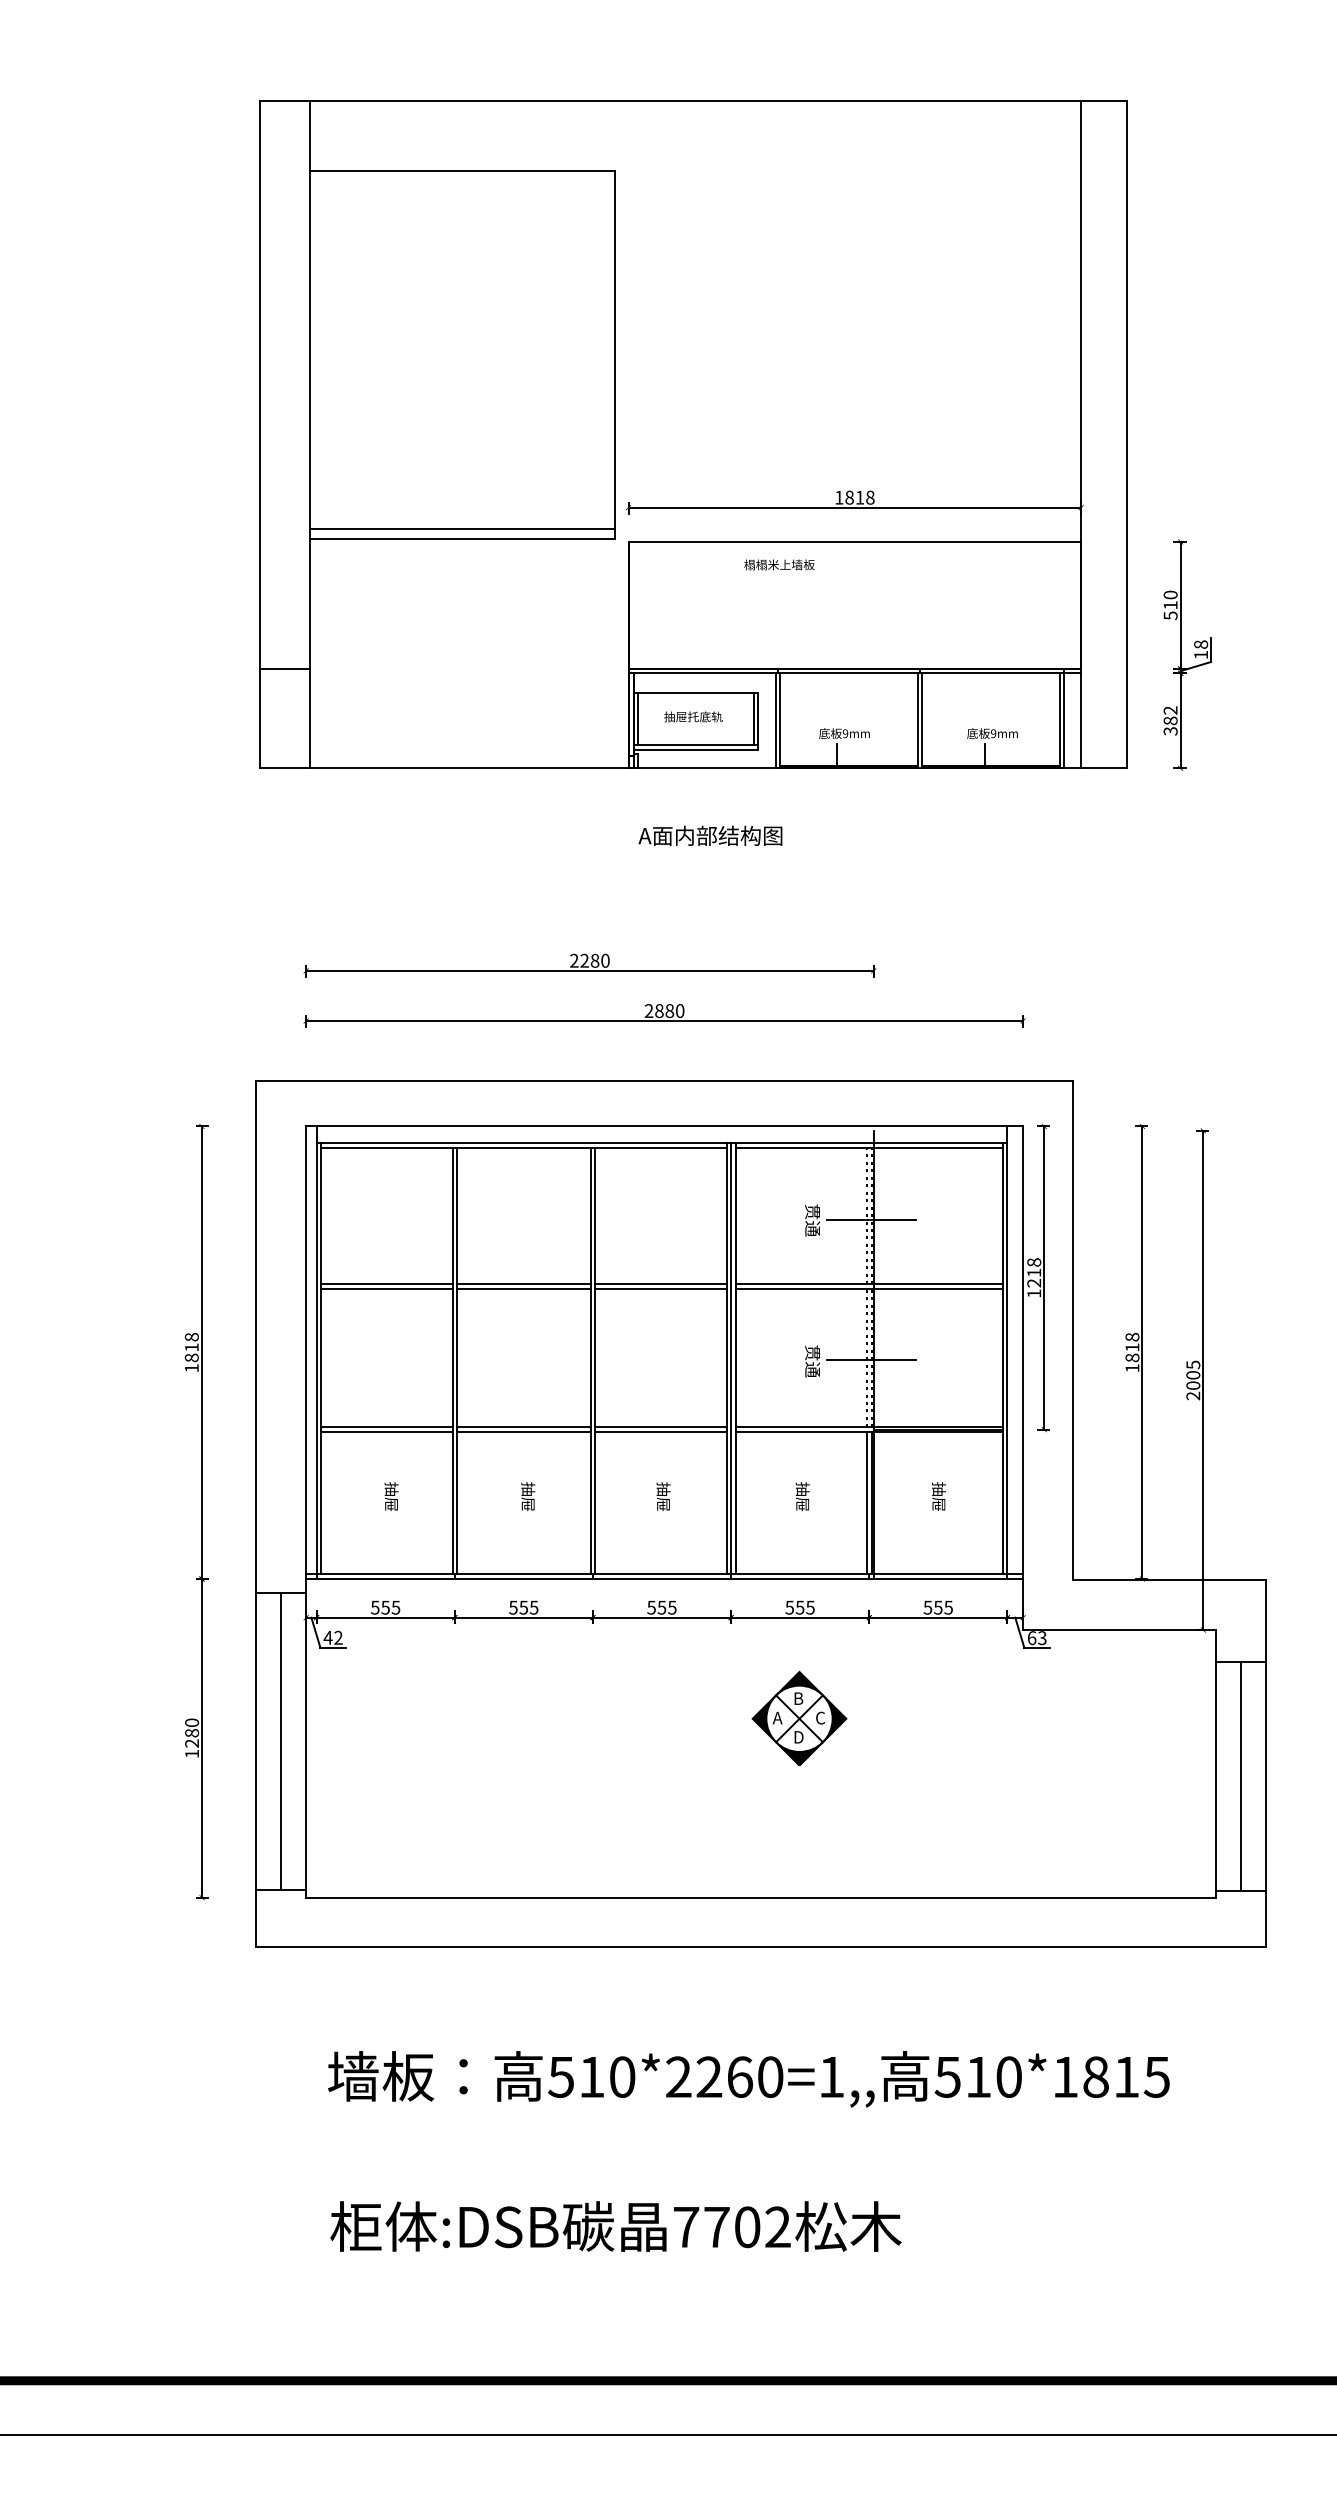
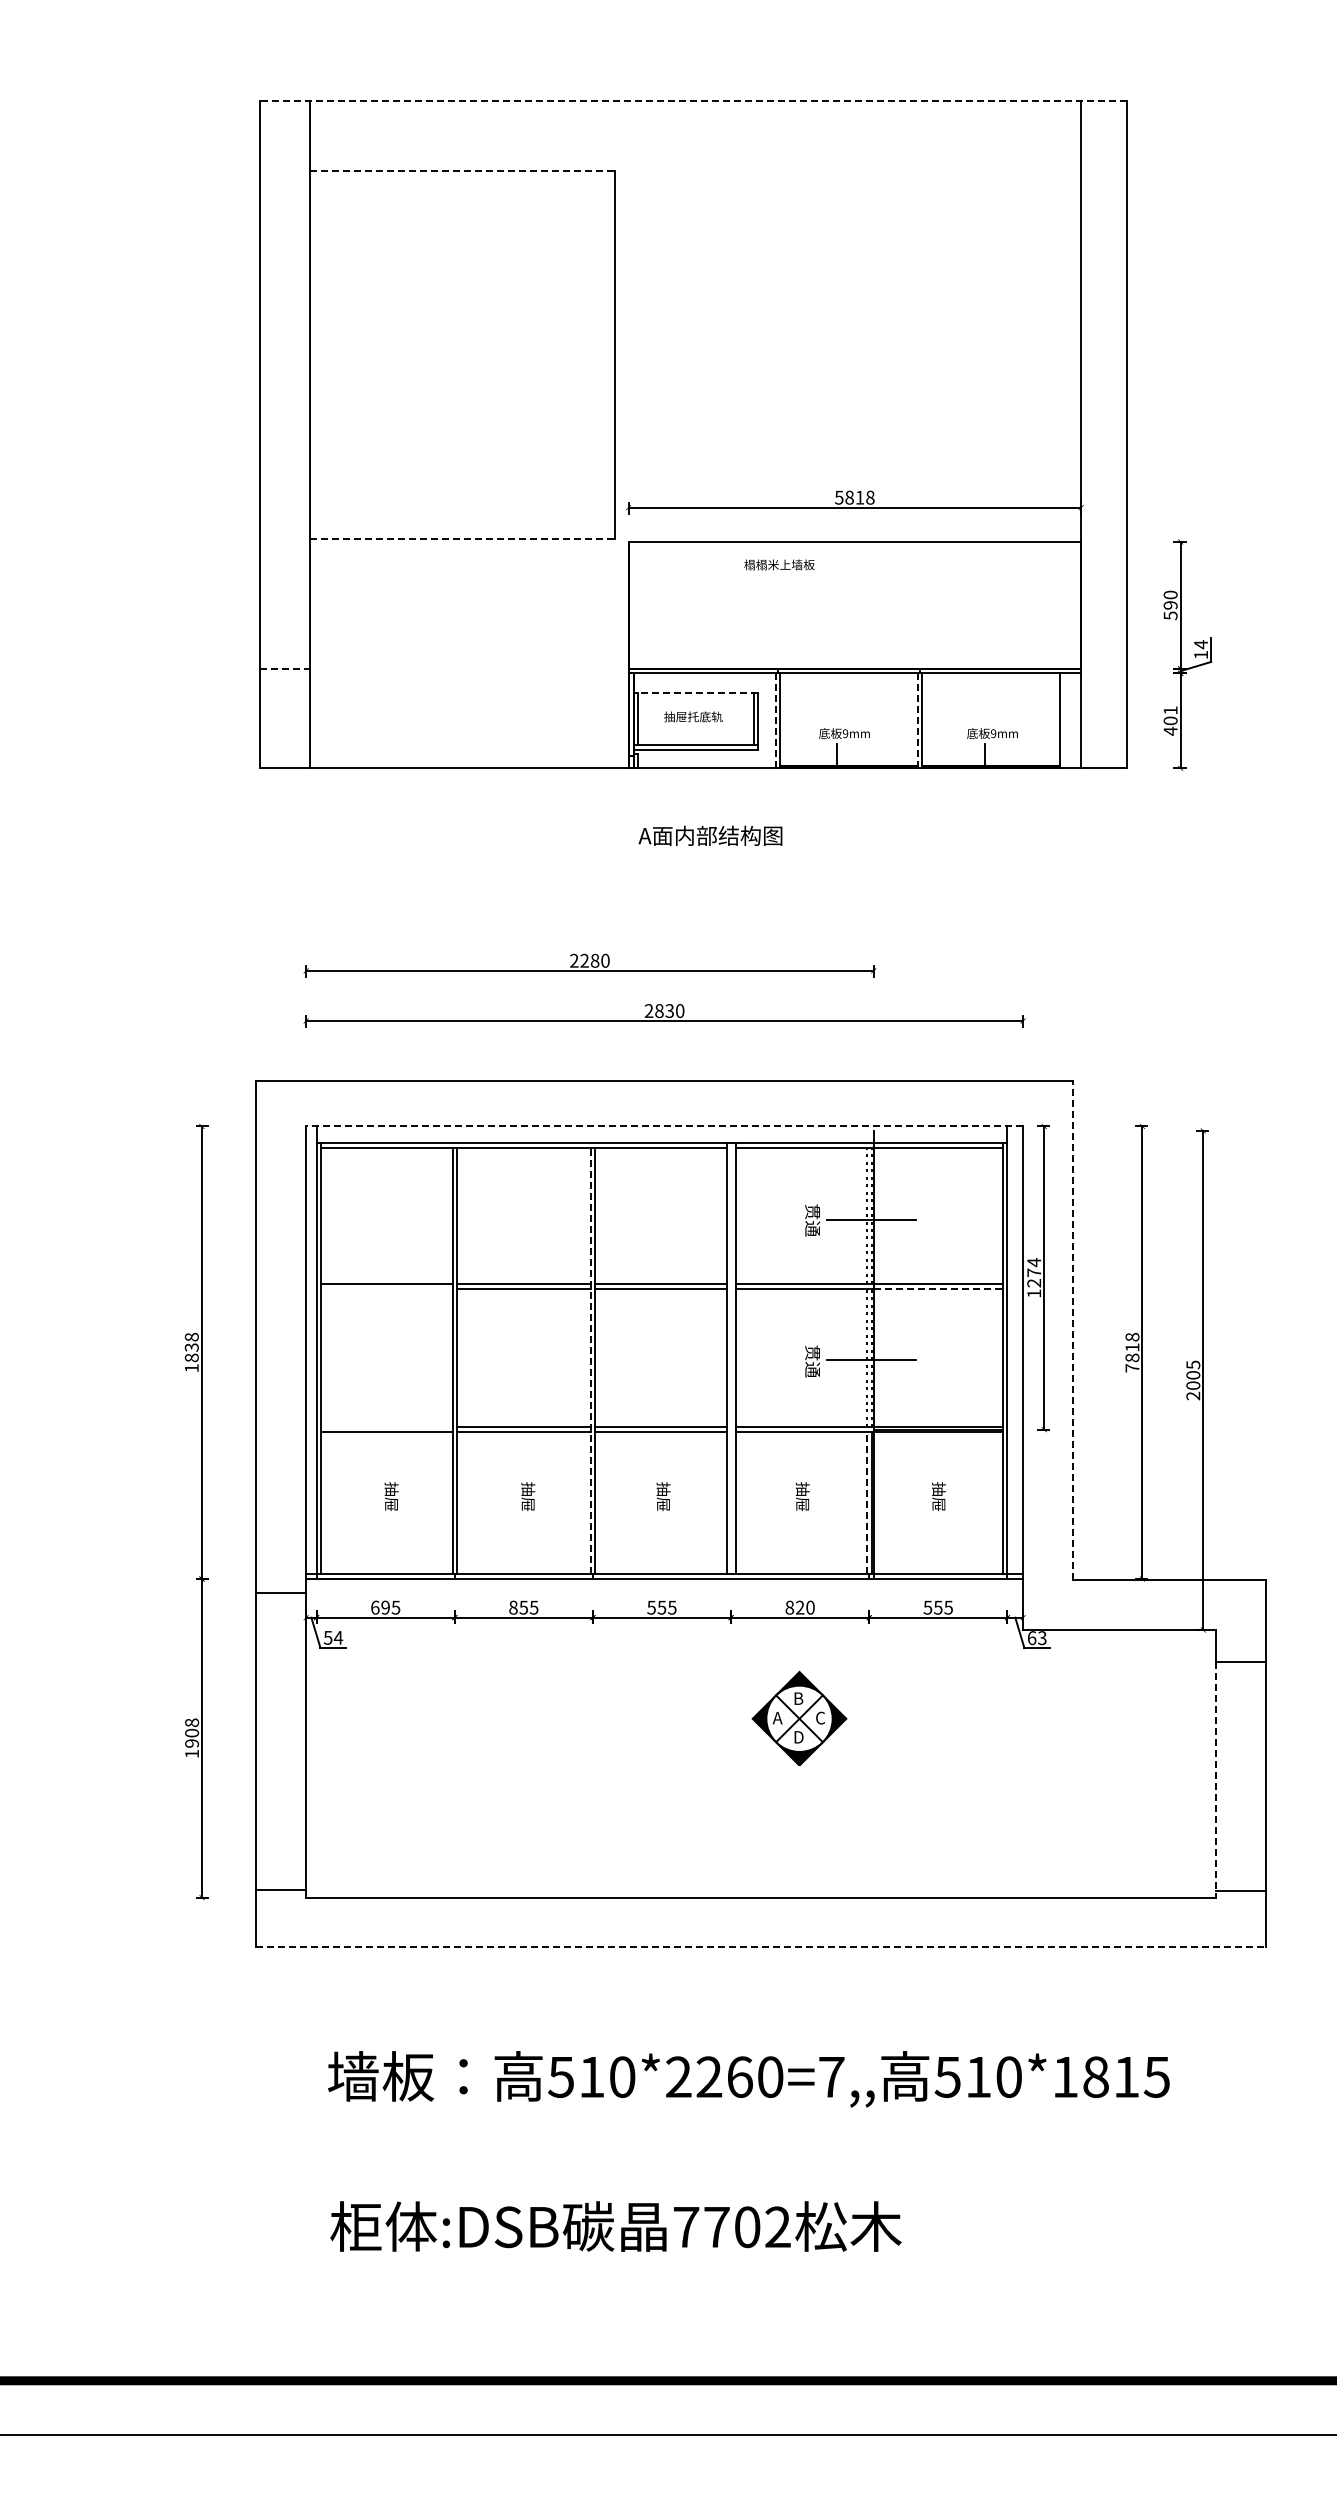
line at (692, 101): solid -> dashed
line at (462, 170): solid -> dashed
text at (839, 497): 1818 -> 5818
line at (461, 529): present -> none
line at (462, 539): solid -> dashed
text at (1170, 605): 510 -> 590
text at (1201, 644): 18 -> 14
line at (285, 668): solid -> dashed
line at (695, 692): solid -> dashed
line at (1064, 718): present -> none
line at (775, 720): solid -> dashed
line at (917, 720): solid -> dashed
text at (1170, 720): 382 -> 401
text at (669, 1010): 2880 -> 2830
line at (664, 1126): solid -> dashed
text at (1034, 1267): 1218 -> 1274
line at (386, 1288): present -> none
line at (939, 1288): solid -> dashed
line at (1072, 1330): solid -> dashed
text at (191, 1347): 1818 -> 1838
line at (590, 1360): solid -> dashed
line at (731, 1361): present -> none
text at (1132, 1368): 1818 -> 7818
line at (386, 1427): present -> none
line at (867, 1502): solid -> dashed
text at (380, 1607): 555 -> 695
text at (513, 1607): 555 -> 855
text at (799, 1607): 555 -> 820
text at (333, 1637): 42 -> 54
text at (192, 1732): 1280 -> 1908
line at (281, 1741): present -> none
line at (1240, 1776): present -> none
line at (1216, 1780): solid -> dashed
line at (761, 1947): solid -> dashed
text at (831, 2077): 510*2260=1,, -> 510*2260=7,,
